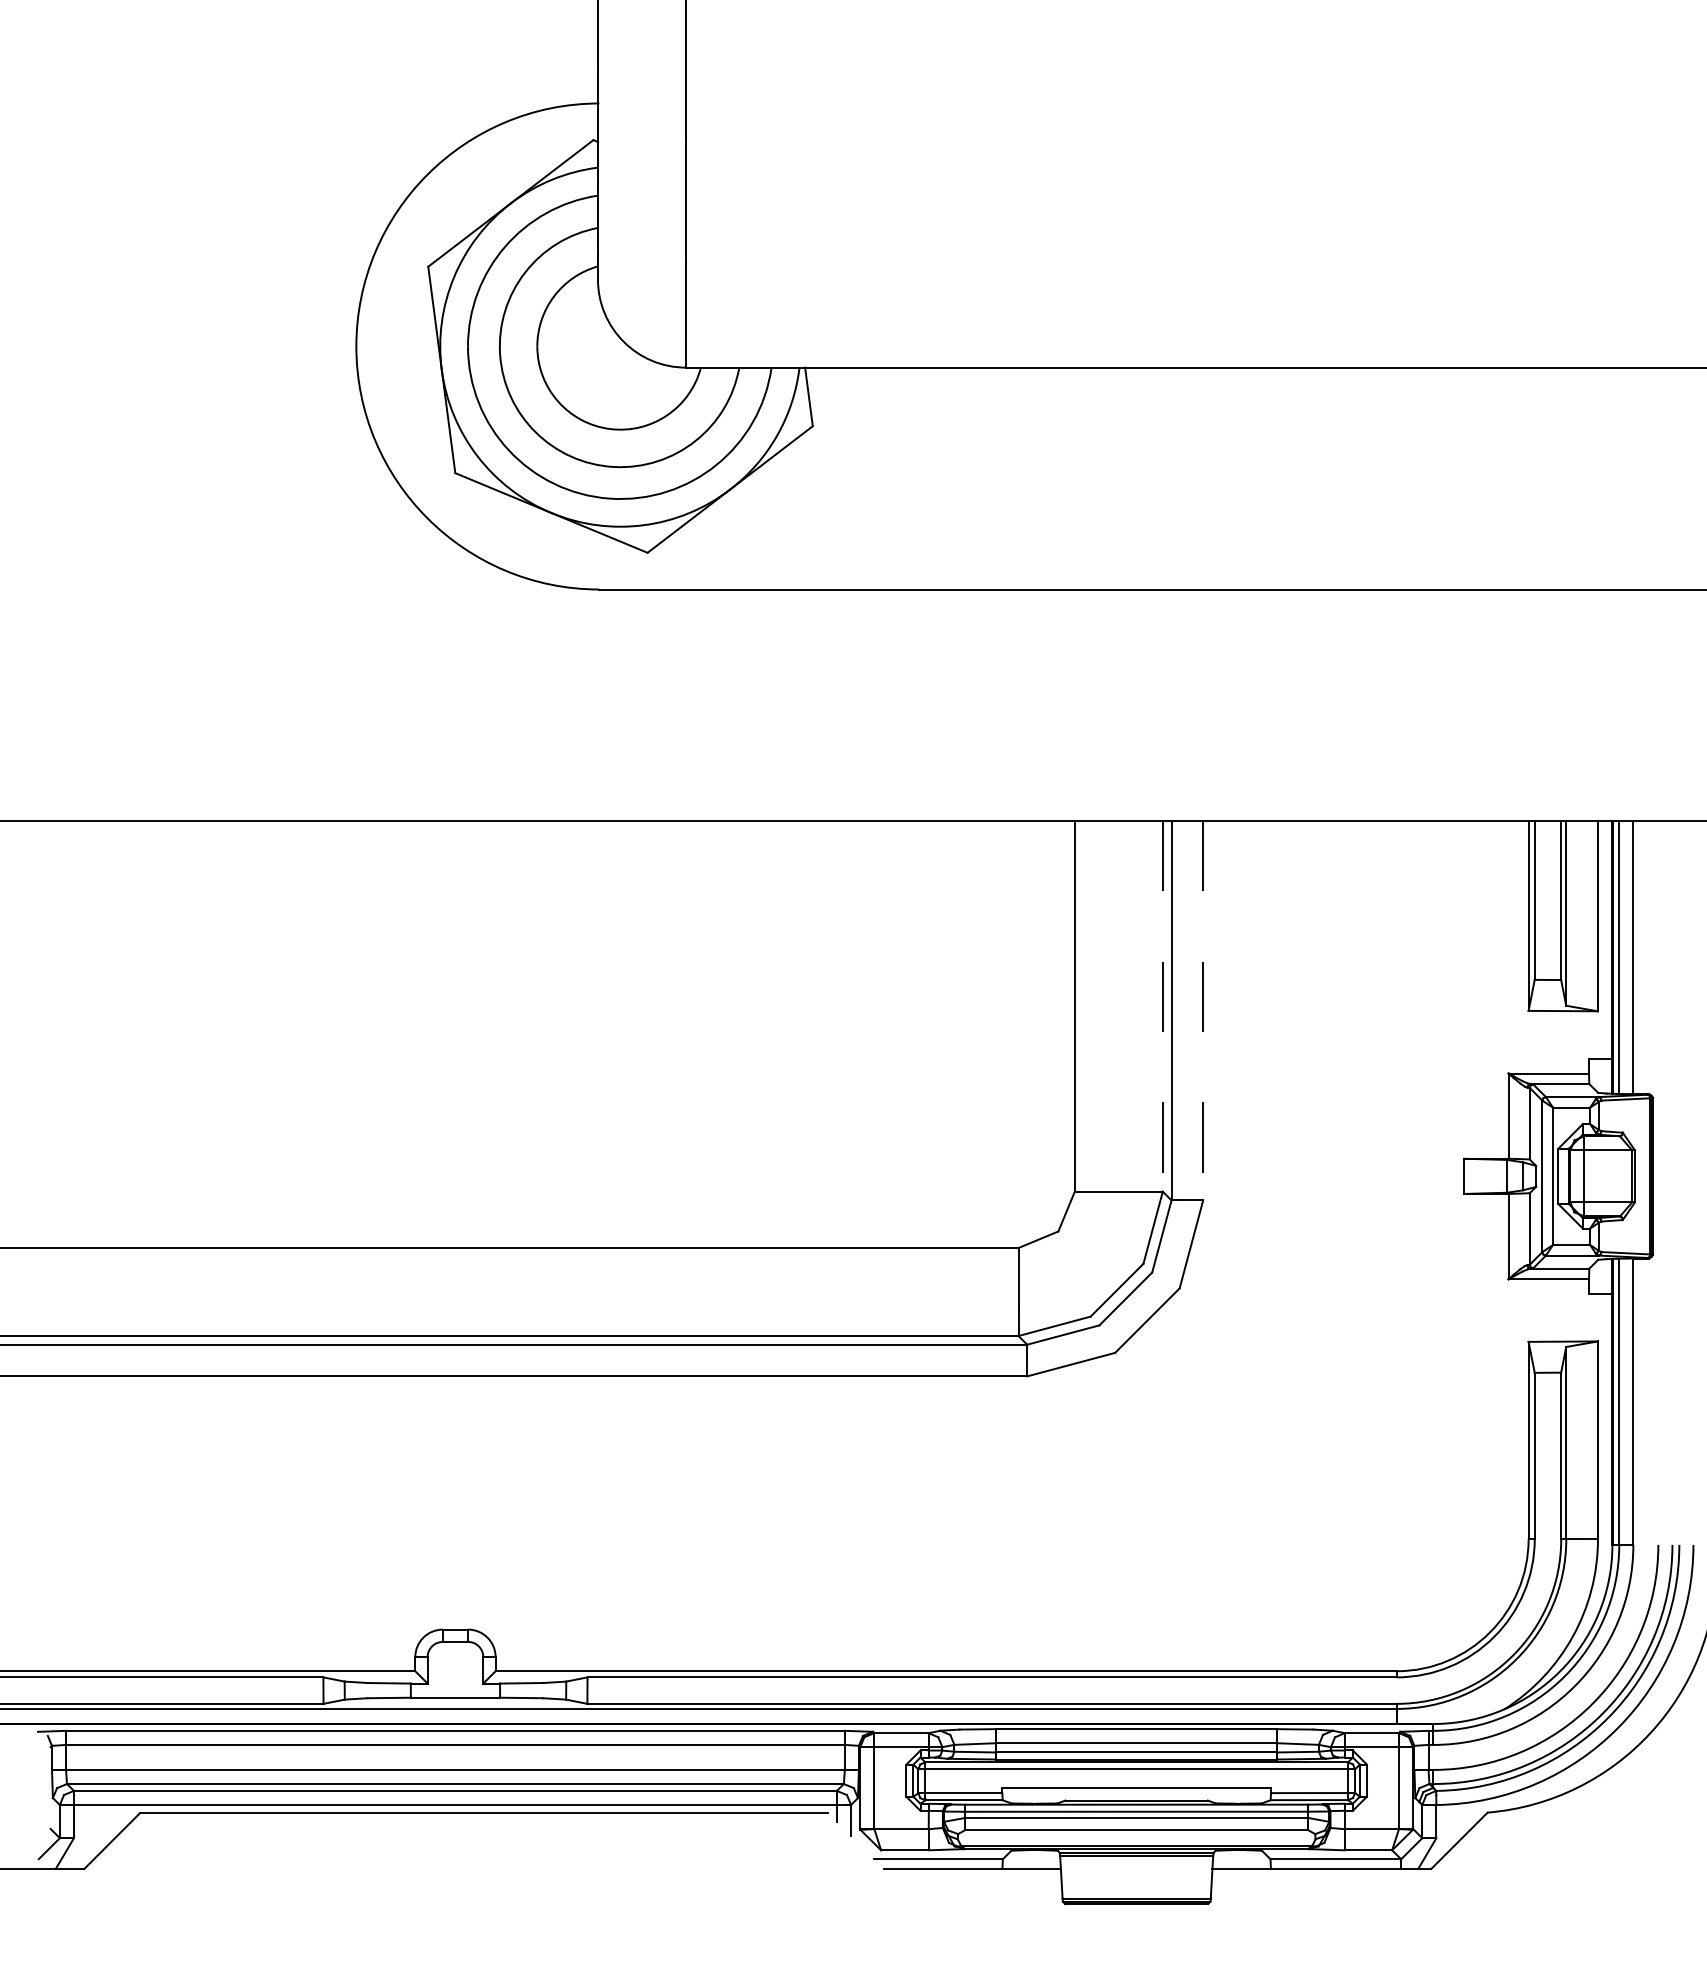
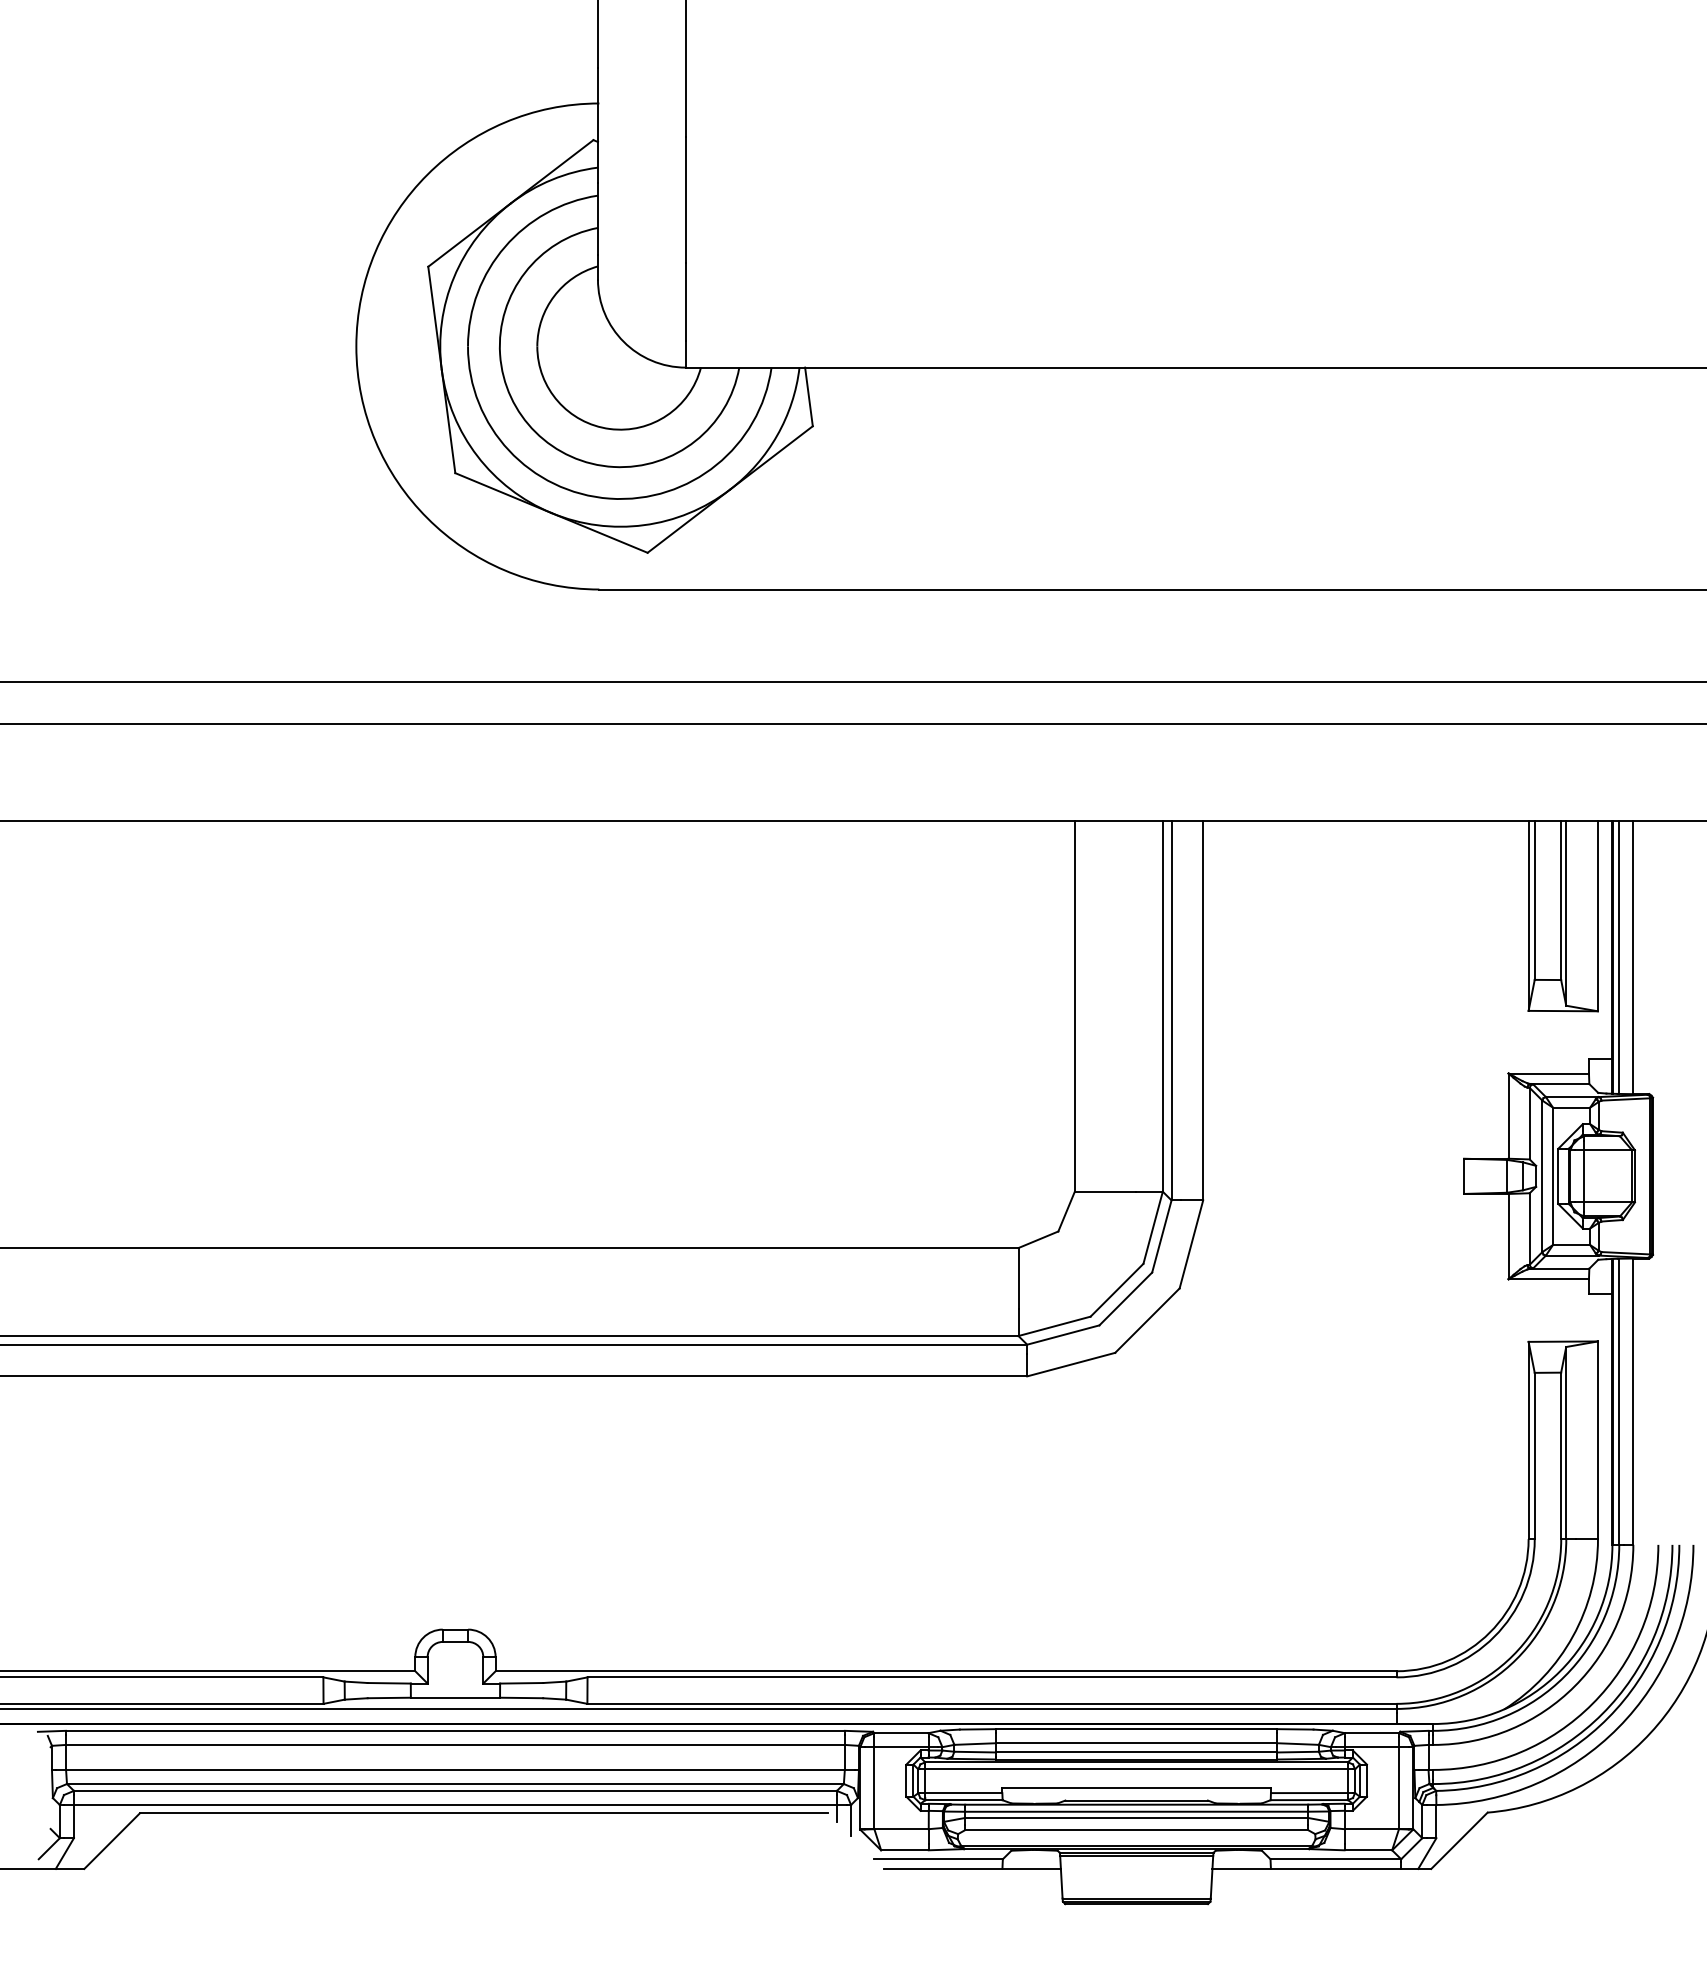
line at (852, 682): none -> present
line at (852, 723): none -> present
line at (1162, 1006): dashed -> solid
line at (1203, 1010): dashed -> solid
